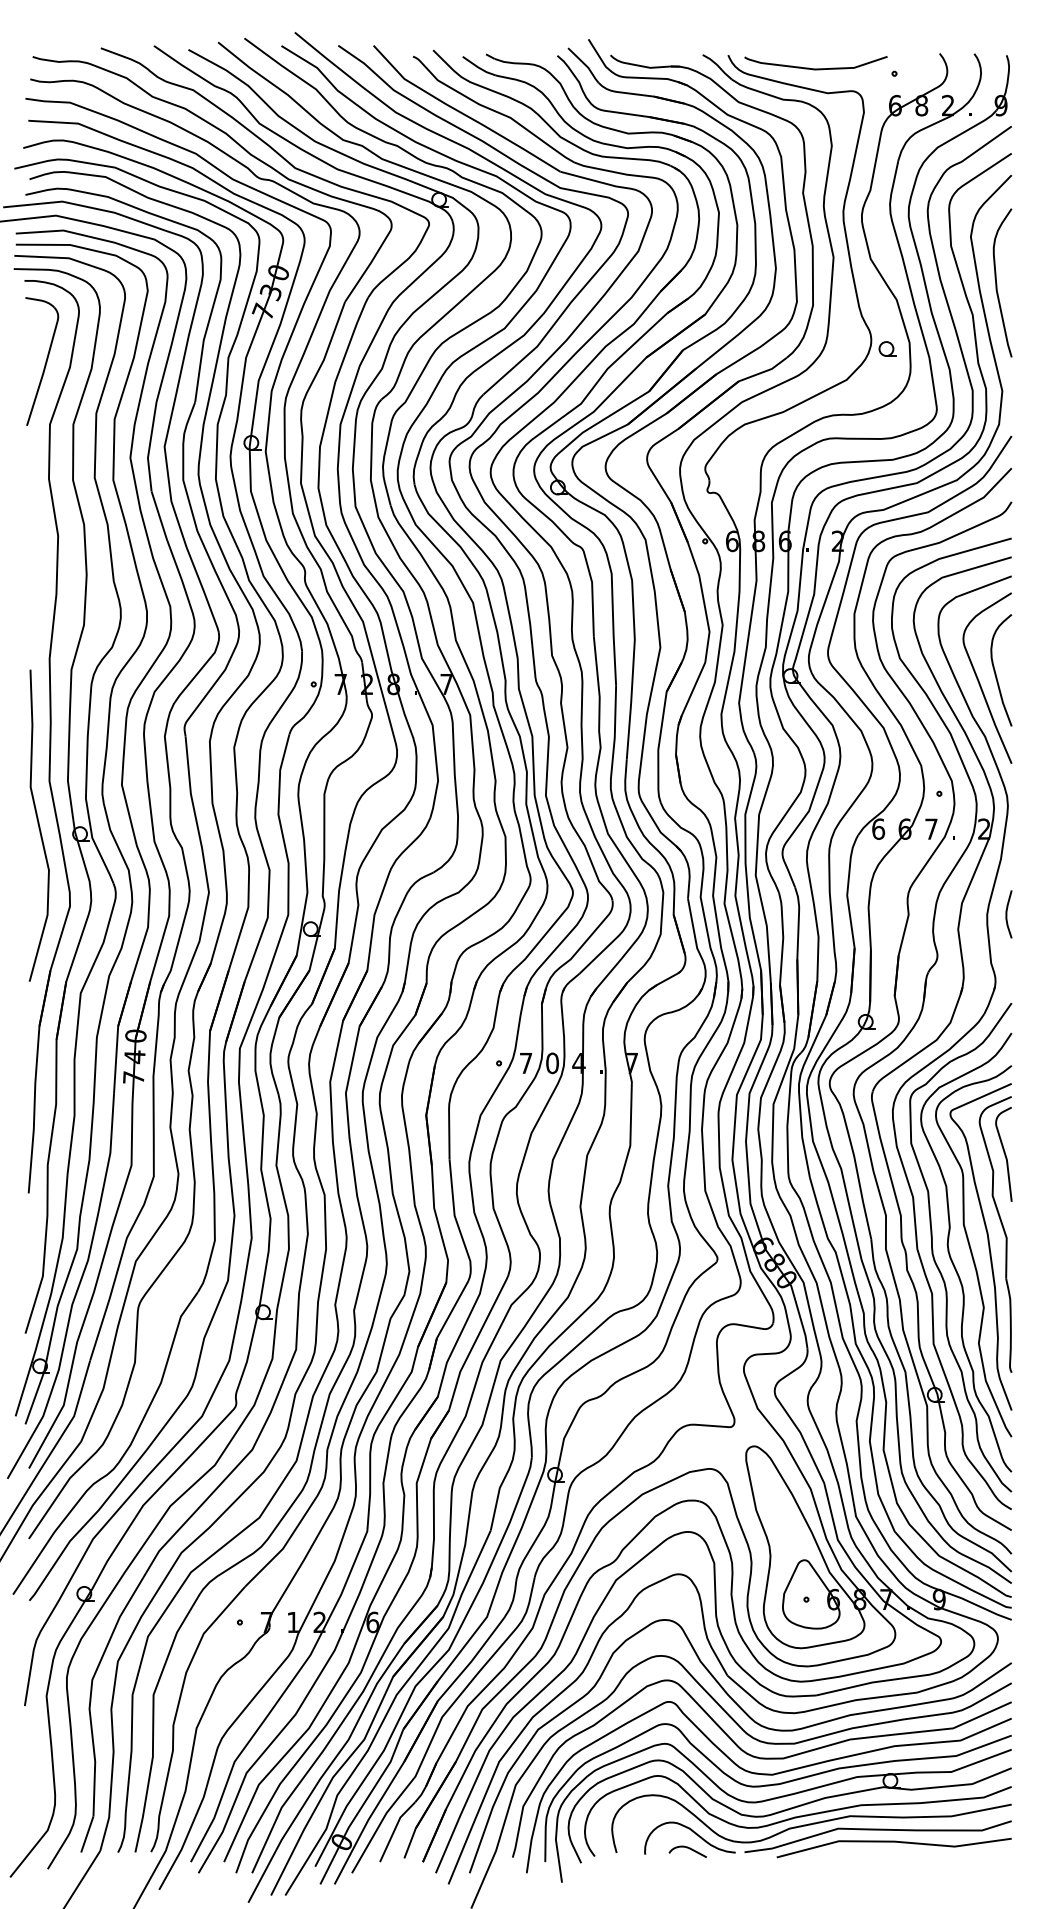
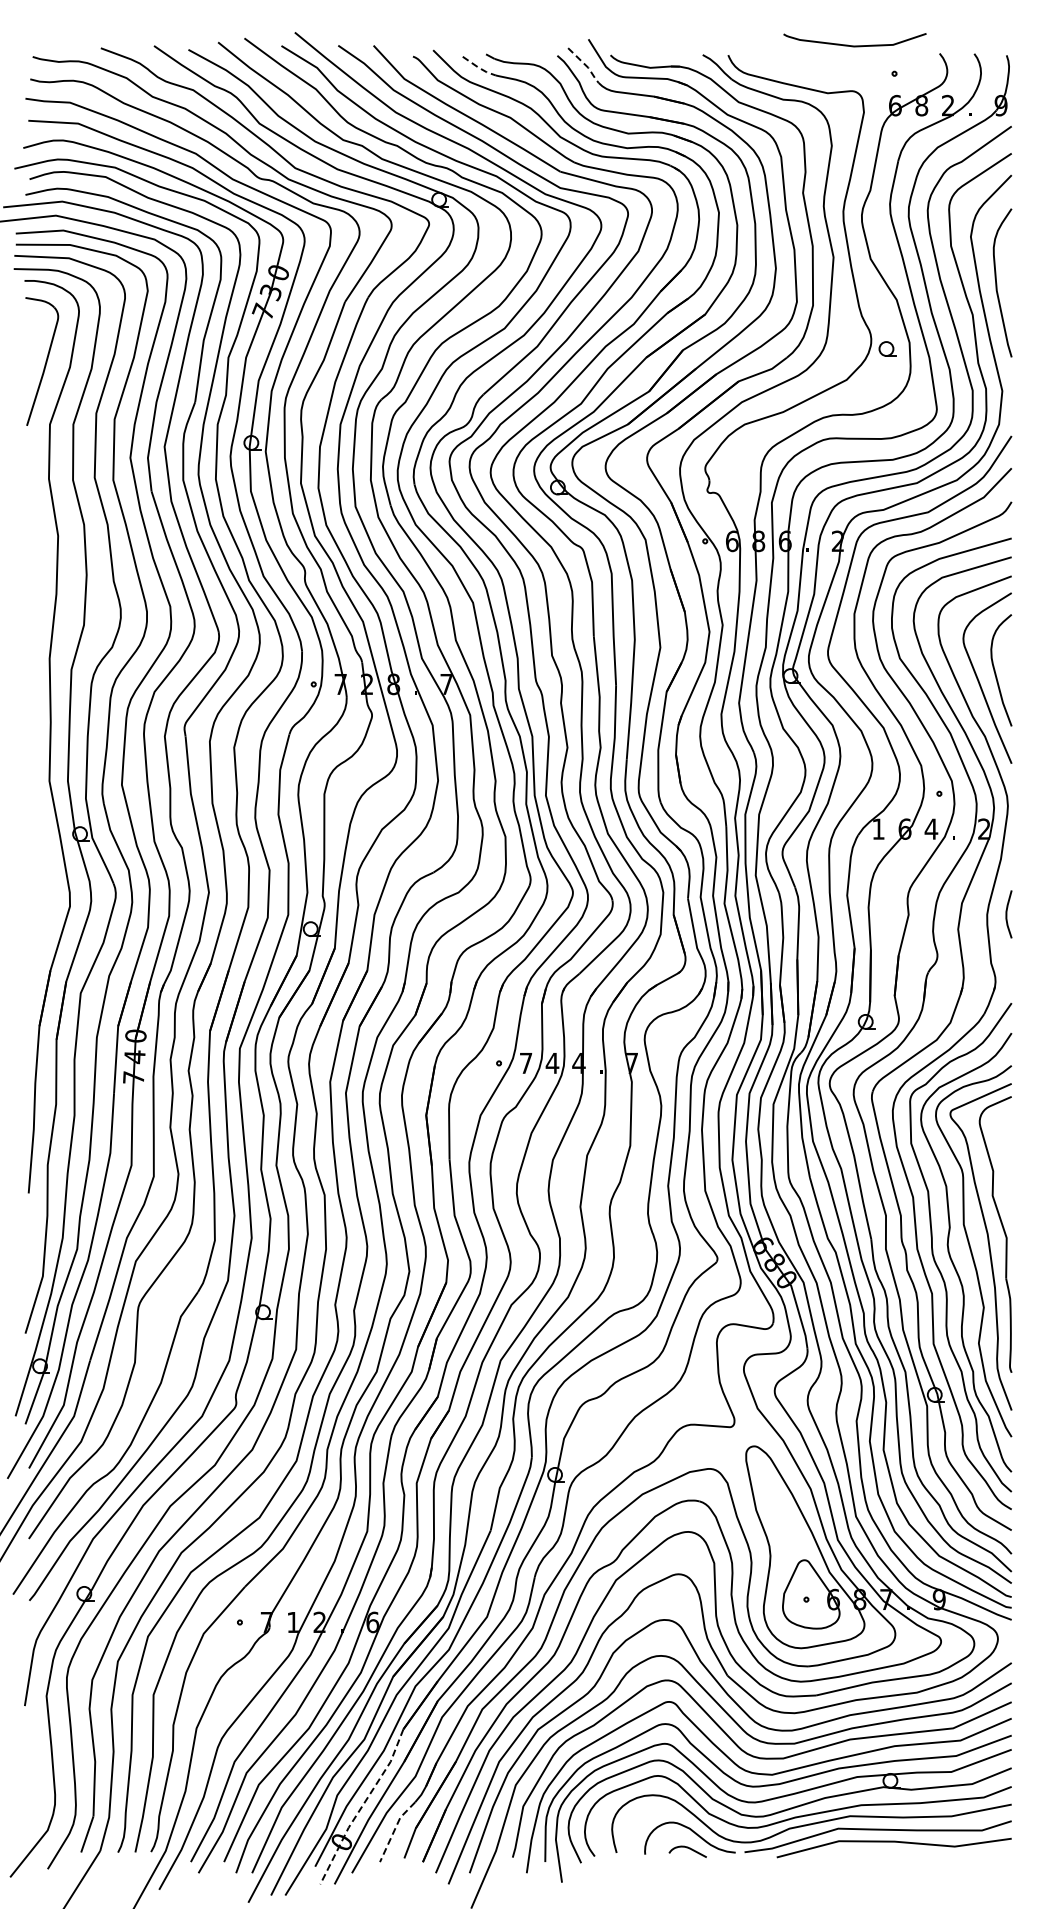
line at (585, 65): solid -> dashed
line at (479, 67): solid -> dashed
curve at (815, 68) position: (815, 68) -> (854, 45)
curve at (38, 825): present -> none
text at (878, 828): 6 -> 1
text at (931, 828): 7 -> 4
text at (552, 1063): 0 -> 4
curve at (1003, 1152): present -> none
line at (361, 1806): solid -> dashed
line at (394, 1830): solid -> dashed
